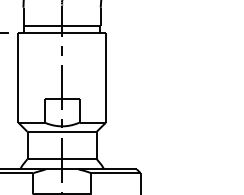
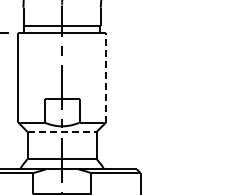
line at (105, 78): solid -> dashed
line at (62, 131): solid -> dashed
